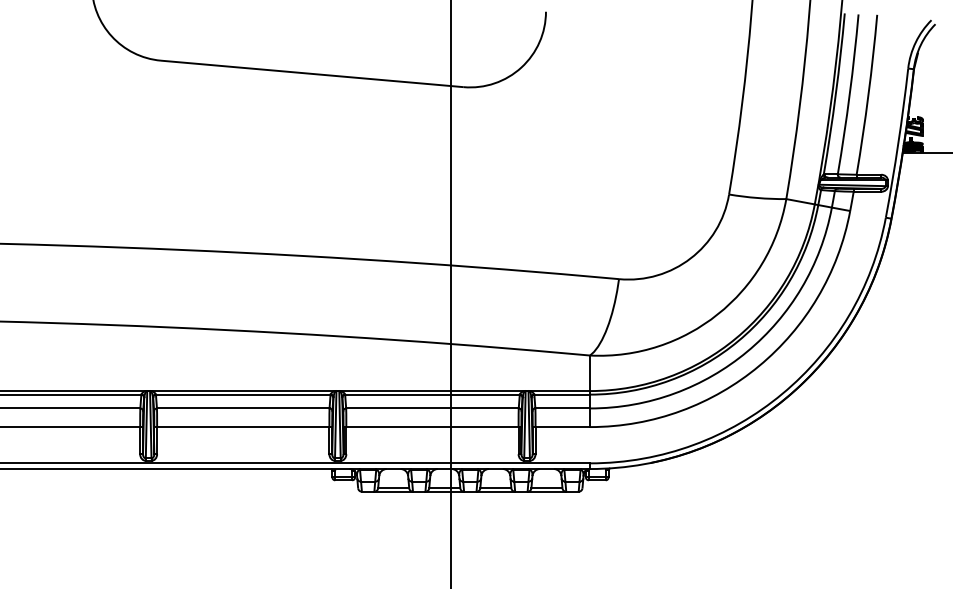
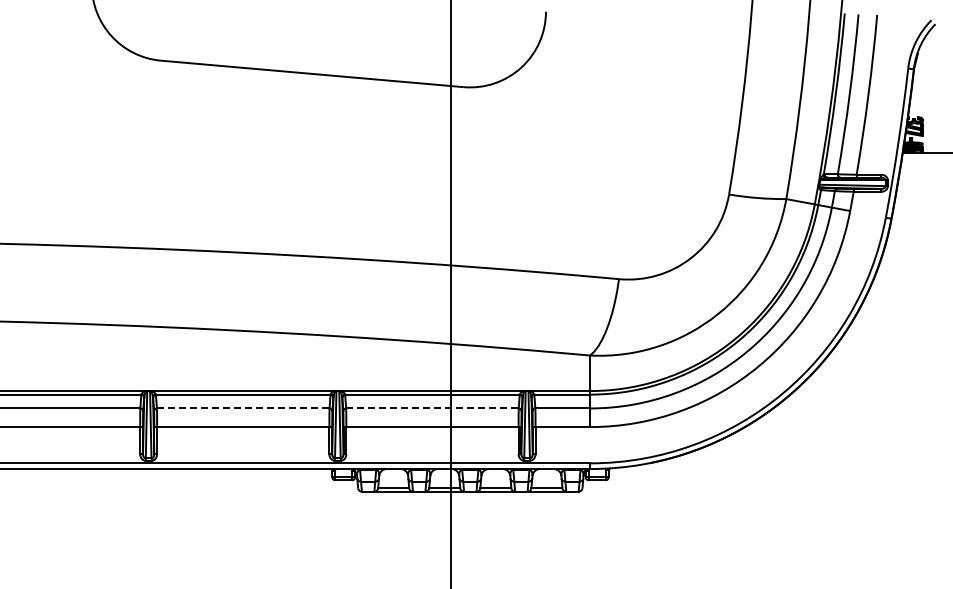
line at (243, 408): solid -> dashed
line at (432, 408): solid -> dashed
